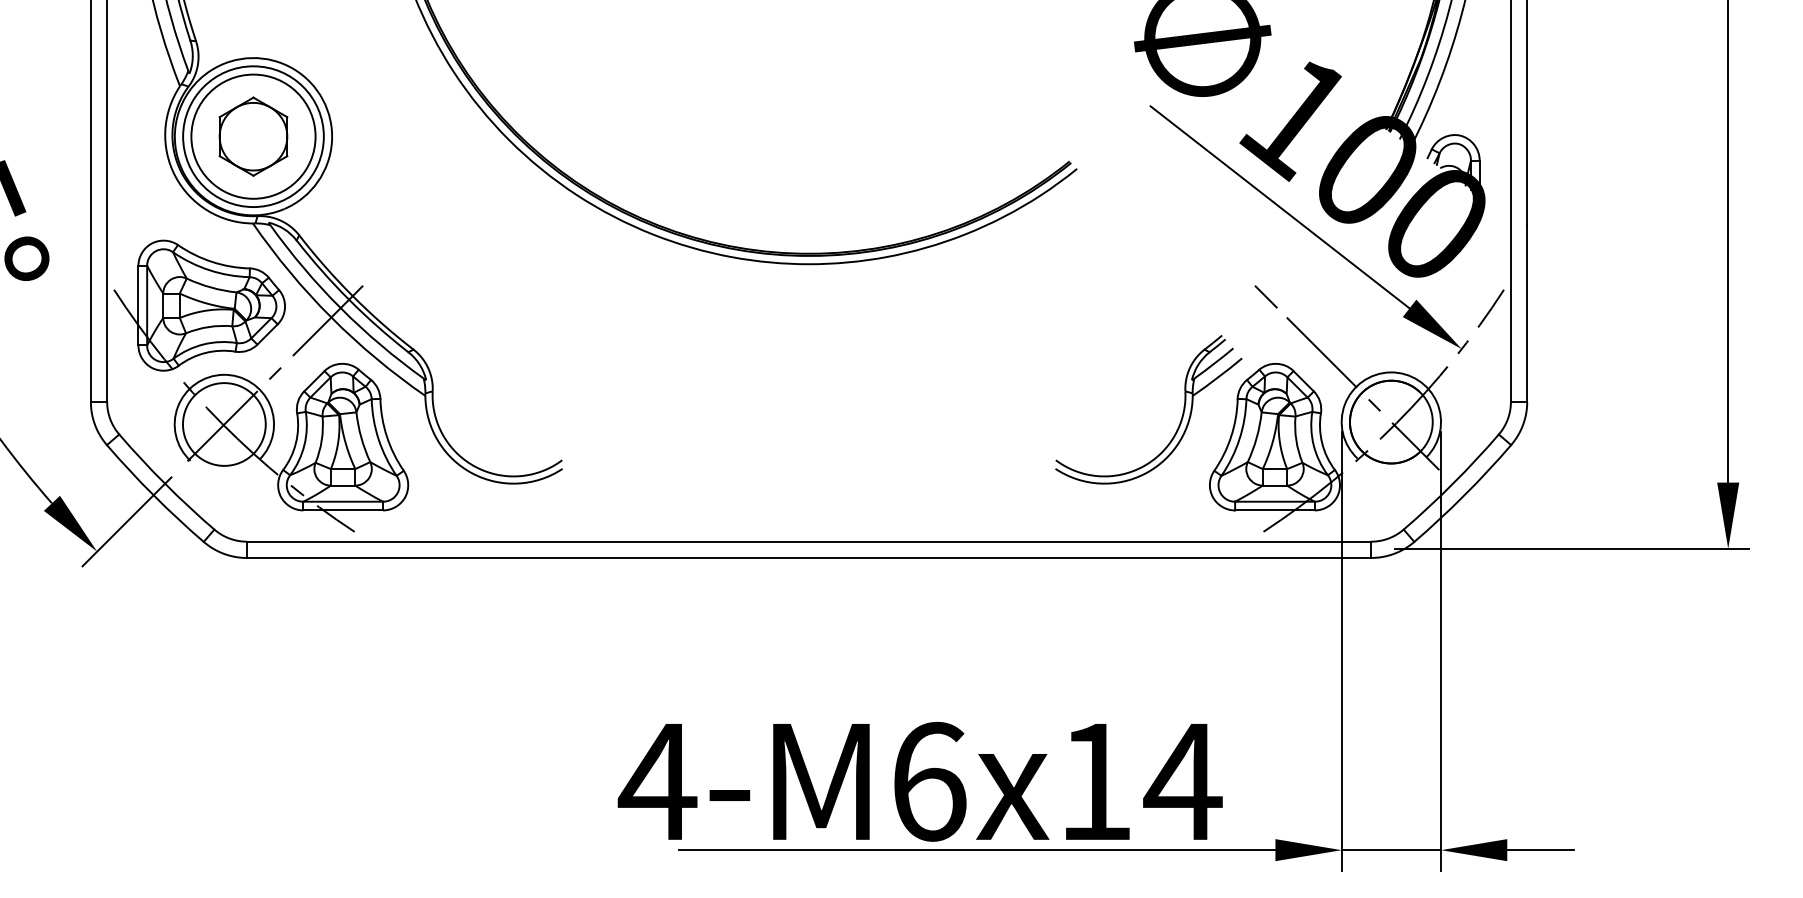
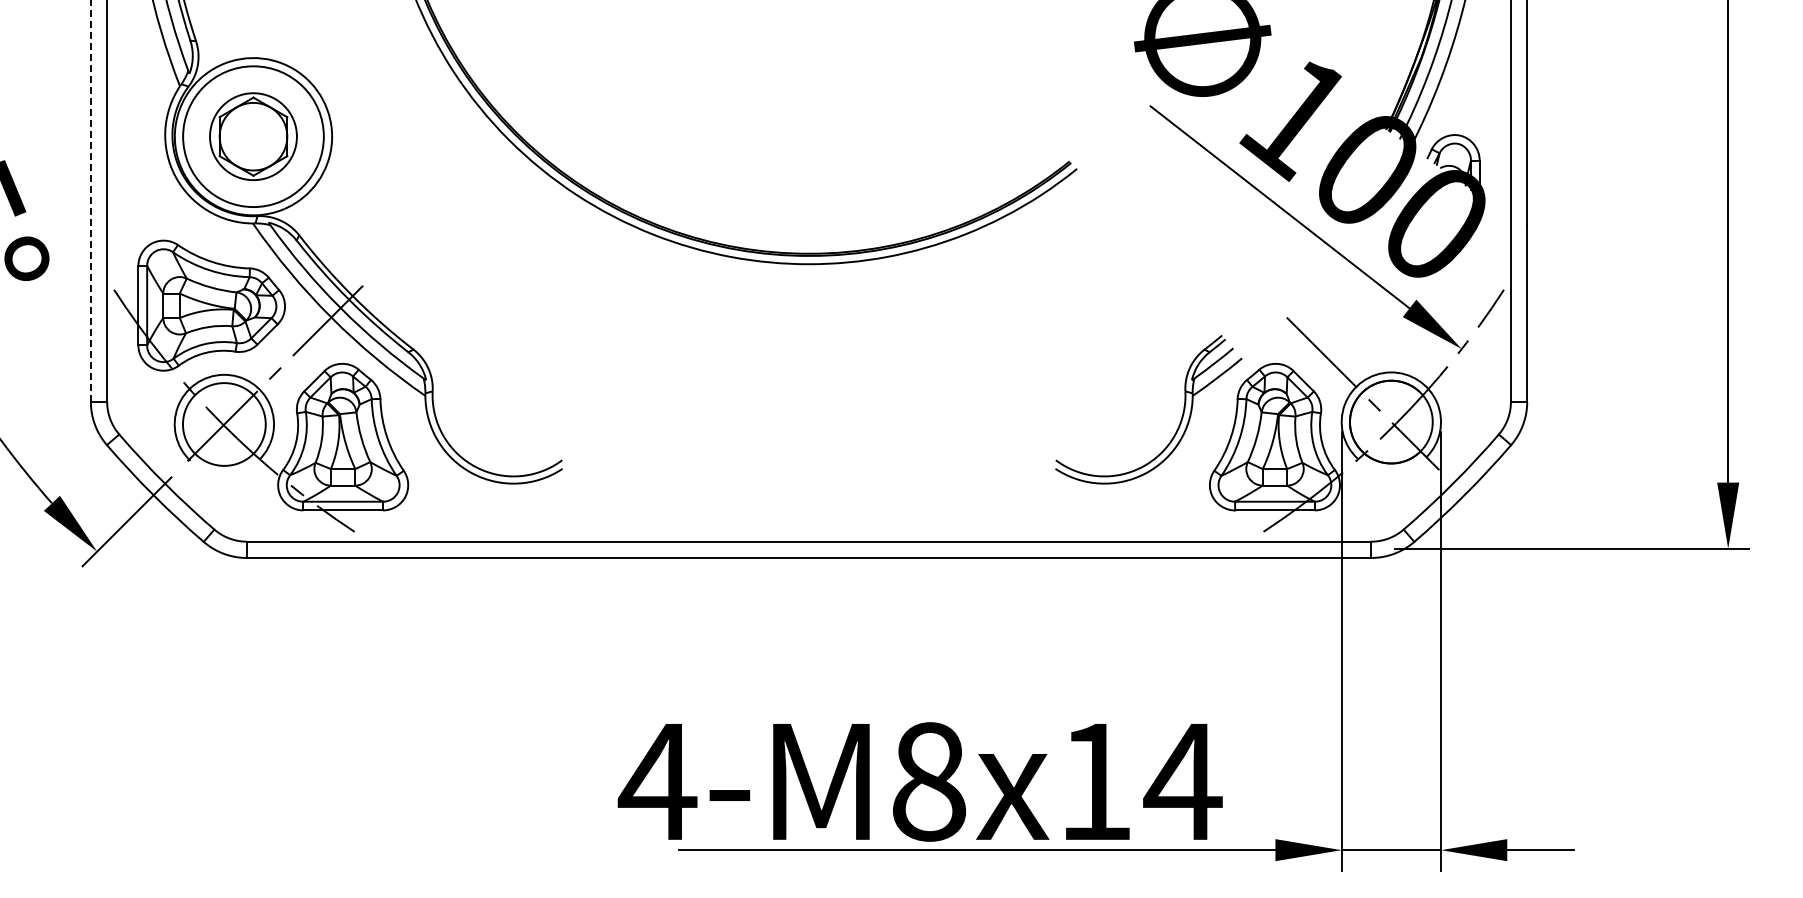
circle at (253, 136) diameter: 124 px -> 87 px
line at (90, 200): solid -> dashed
line at (1265, 296): present -> none
text at (929, 781): 4-M6x14 -> 4-M8x14
